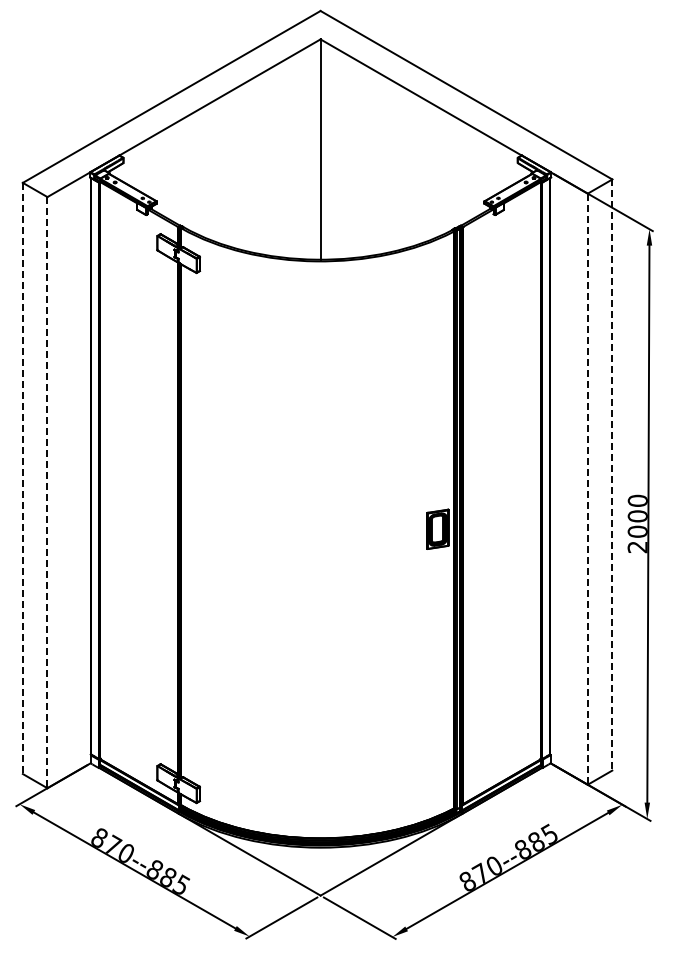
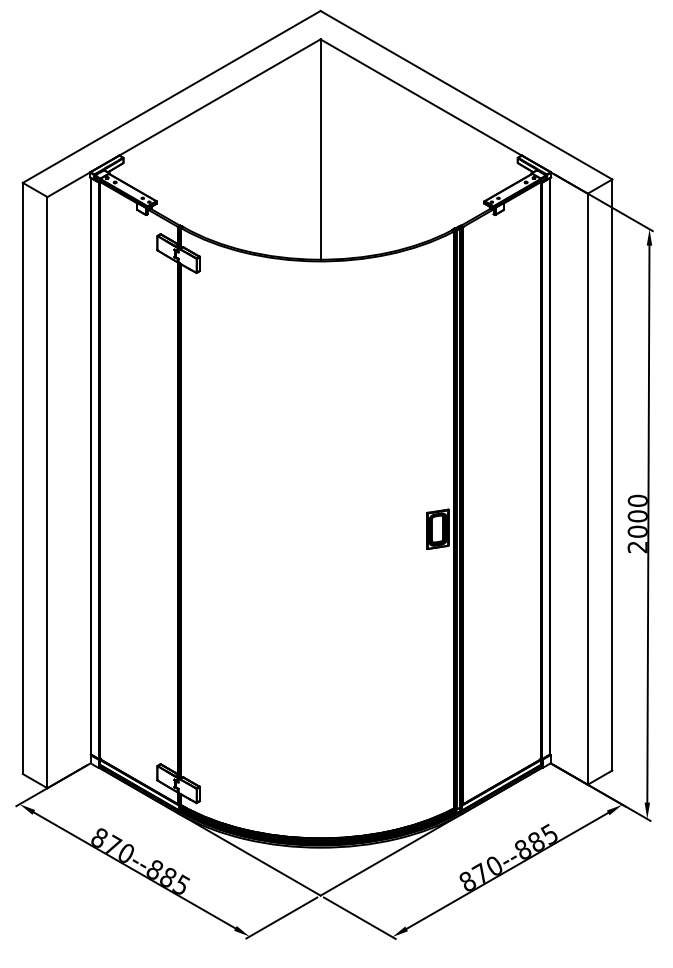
line at (612, 475): dashed -> solid
line at (22, 478): dashed -> solid
line at (587, 489): dashed -> solid
line at (47, 492): dashed -> solid
